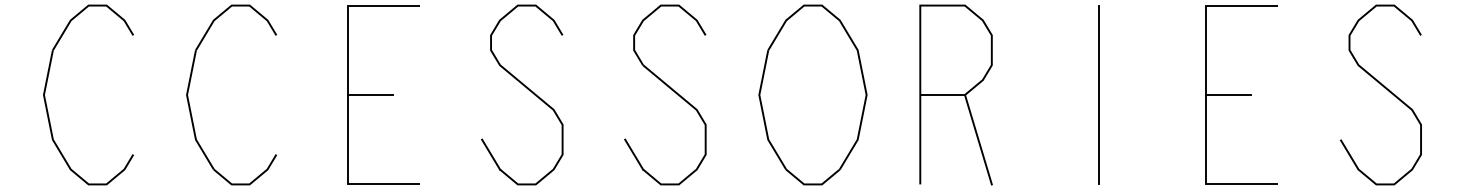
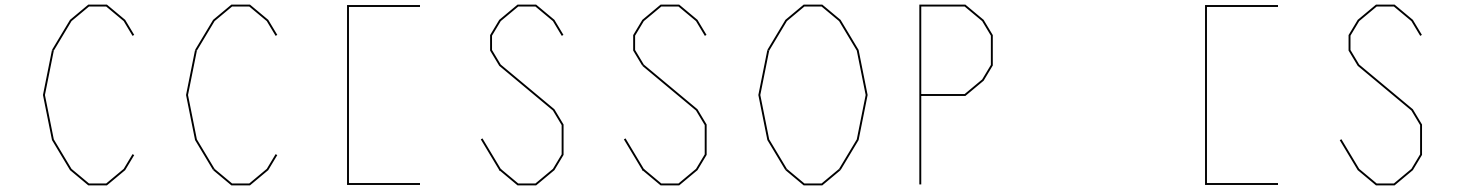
line at (1099, 94): present -> none
line at (369, 95): present -> none
line at (1228, 95): present -> none
line at (978, 139): present -> none
